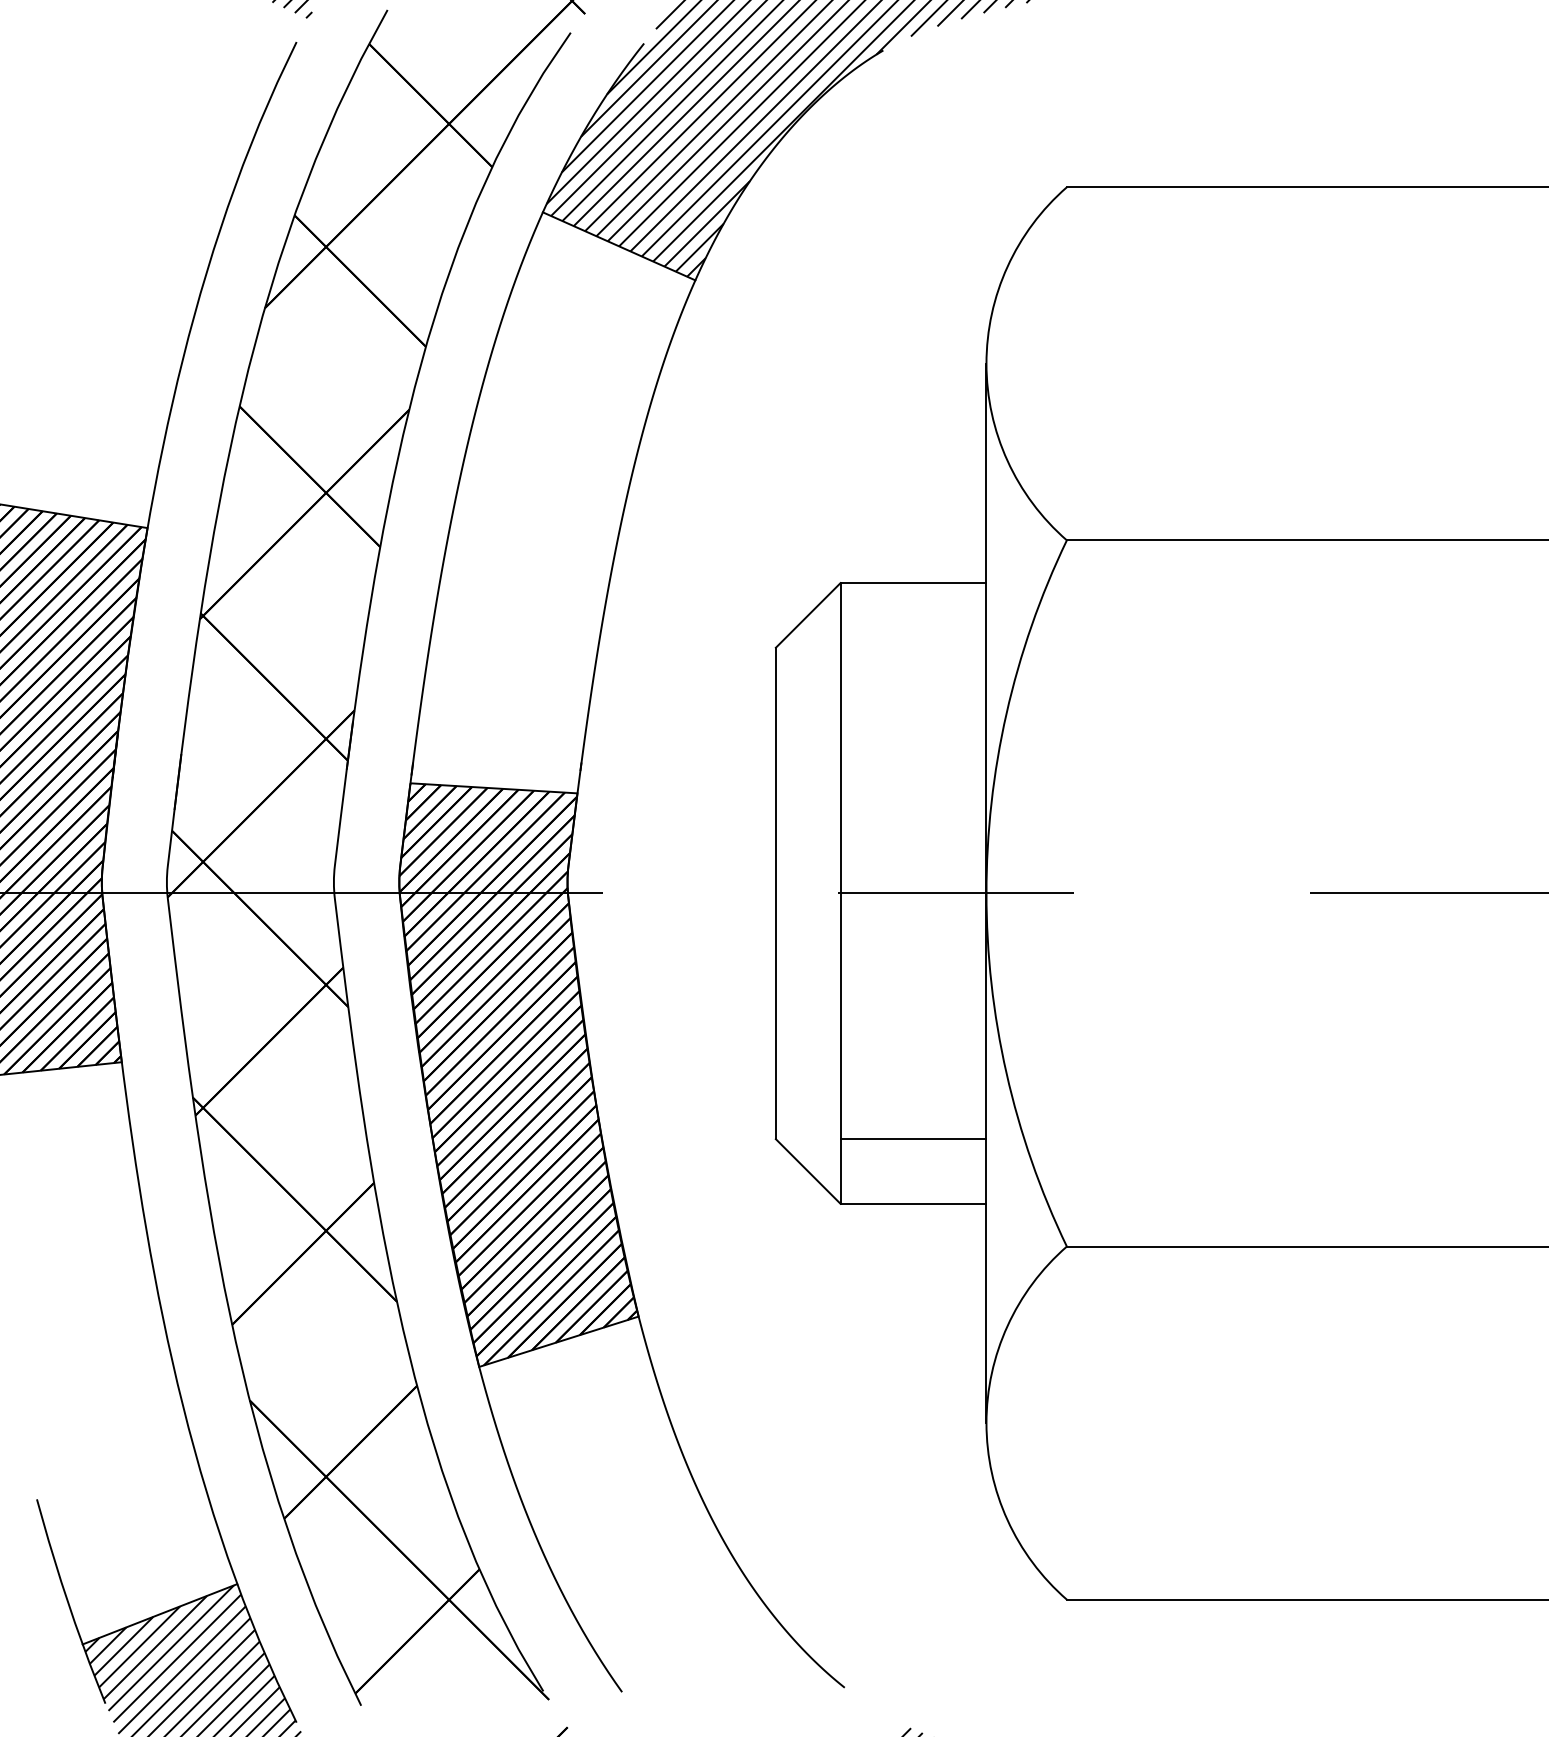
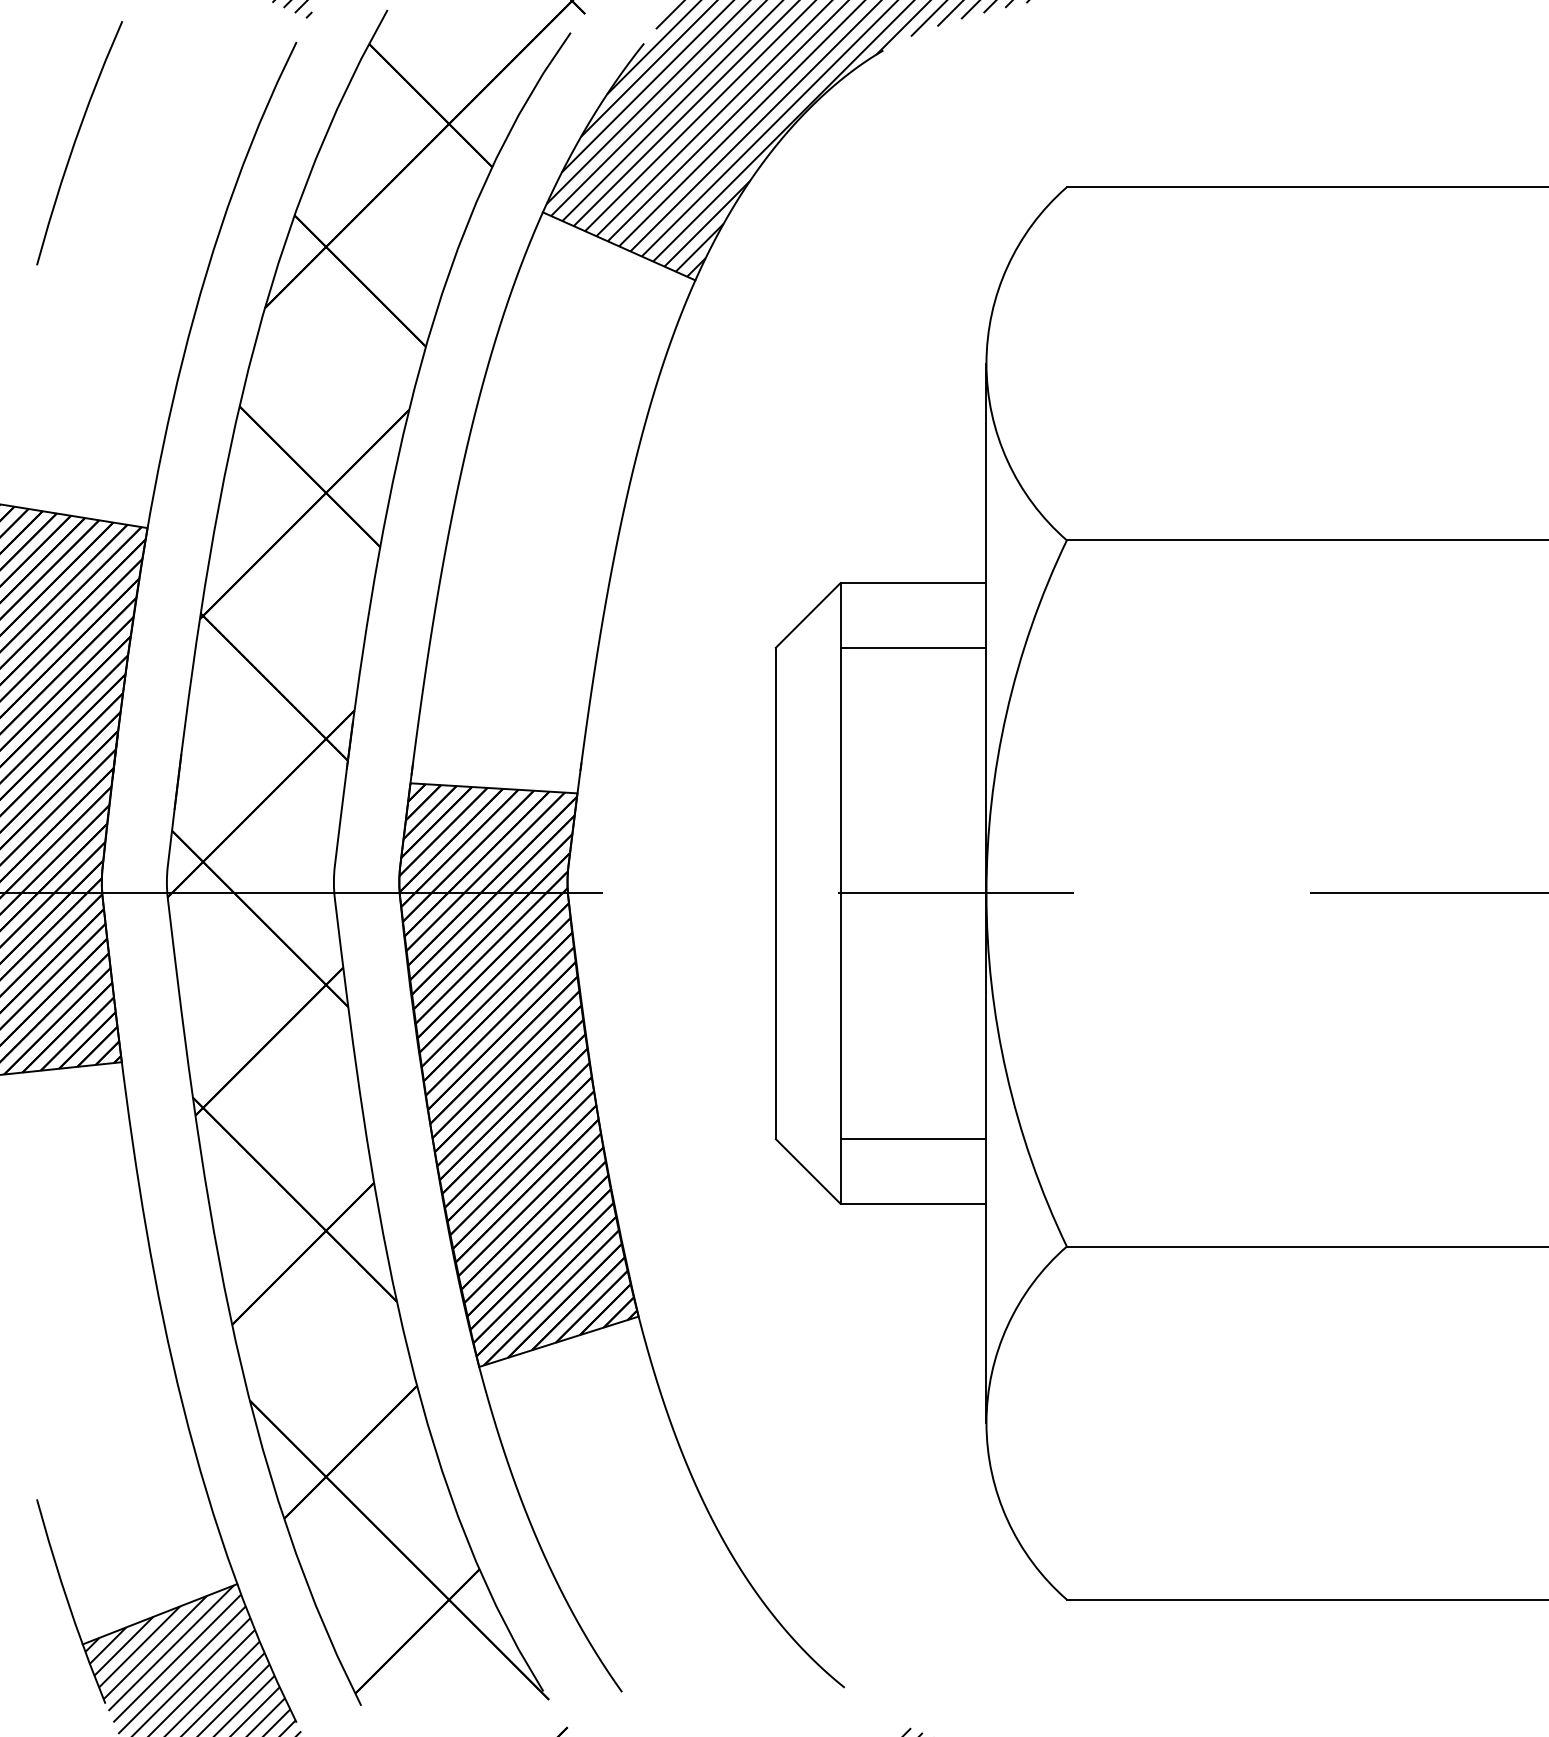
curve at (76, 141): none -> present
line at (913, 647): none -> present
